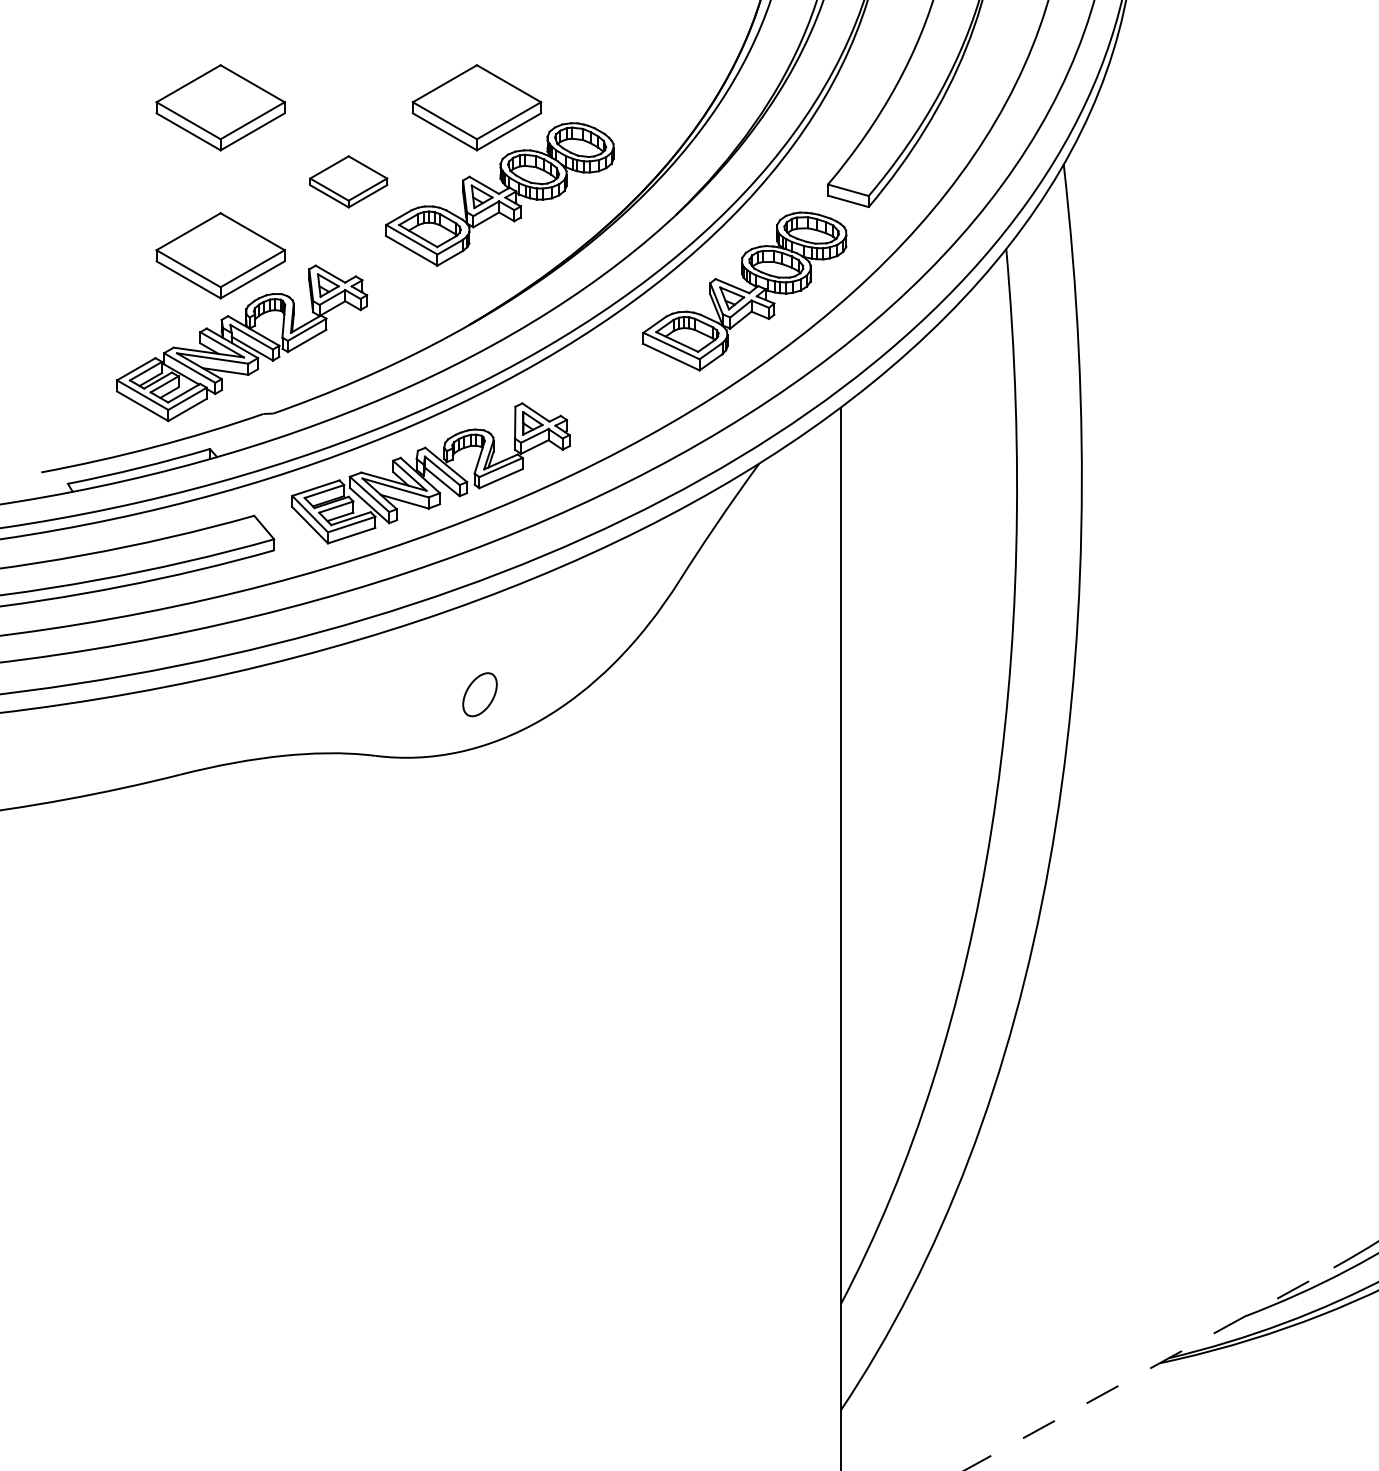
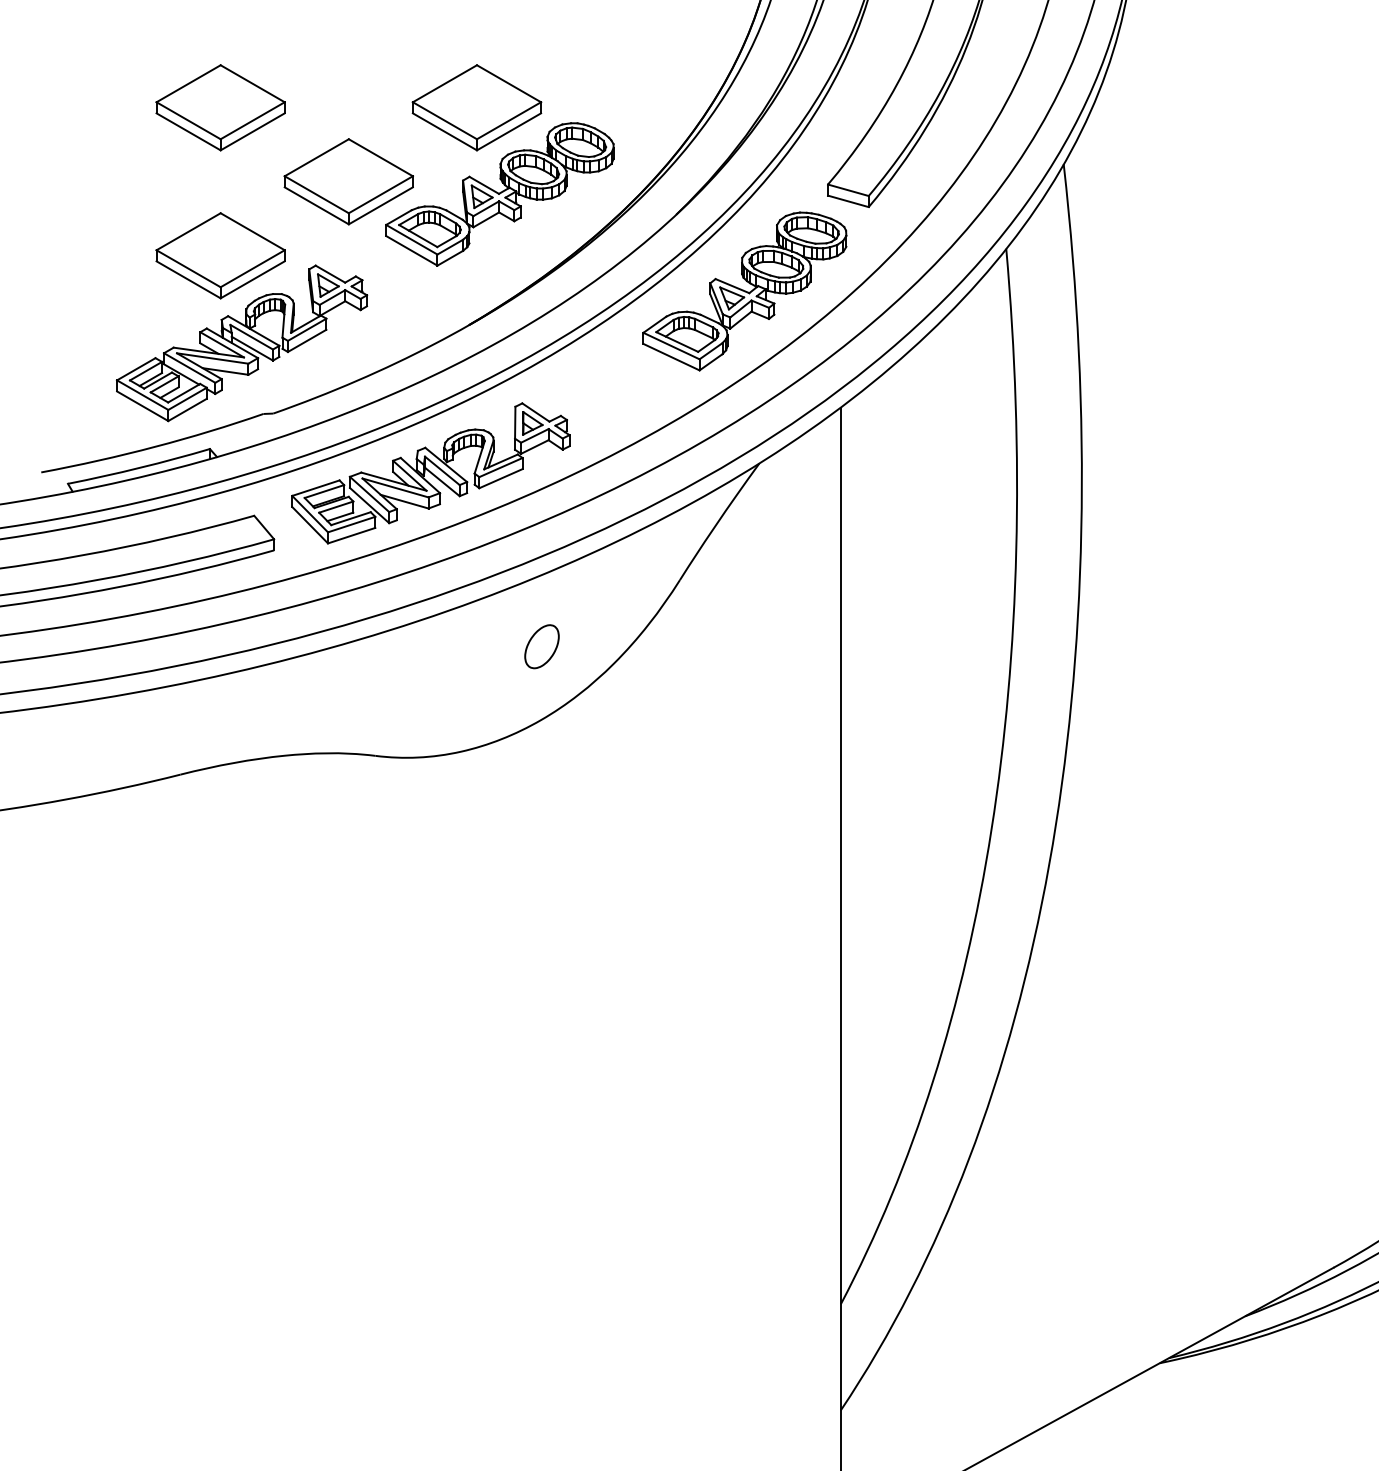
part at (348, 181) size: 80x54 px -> 131x88 px
part at (479, 694) position: (479, 694) -> (541, 646)
line at (1148, 1369): dashed -> solid
